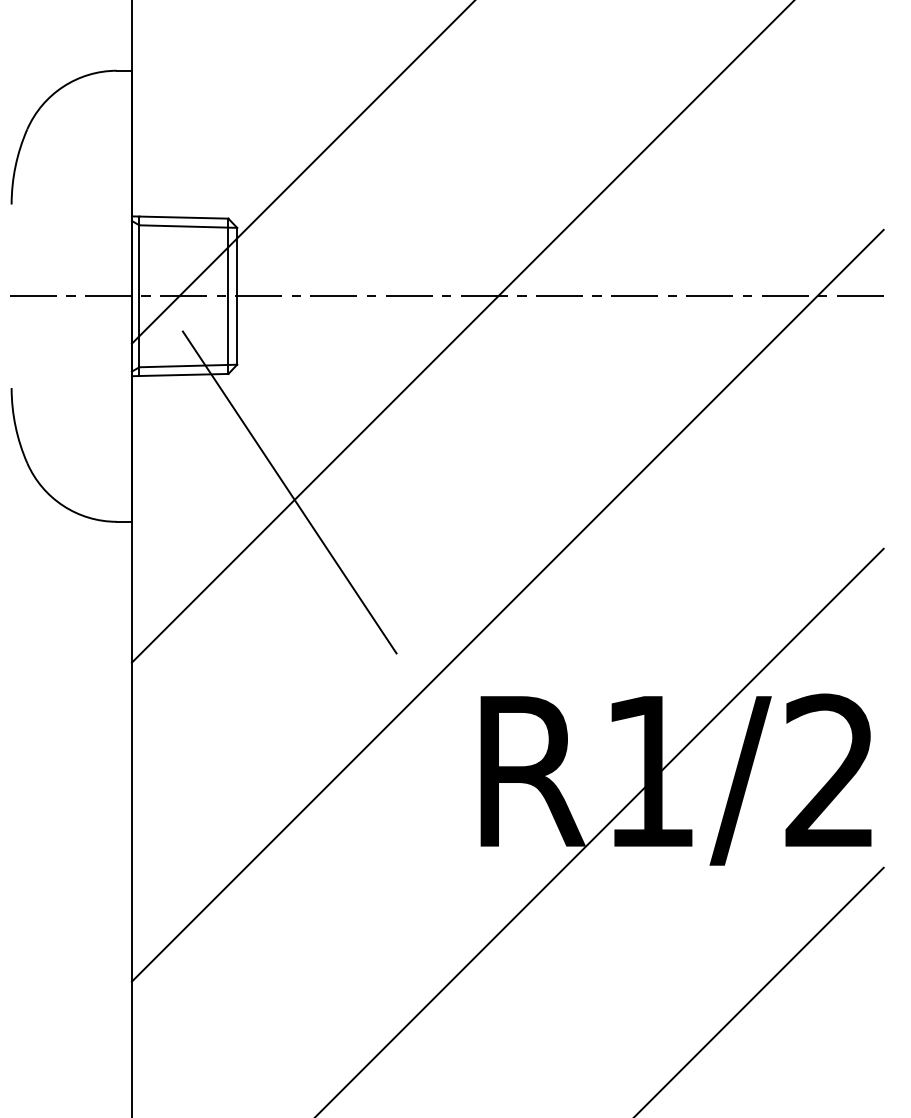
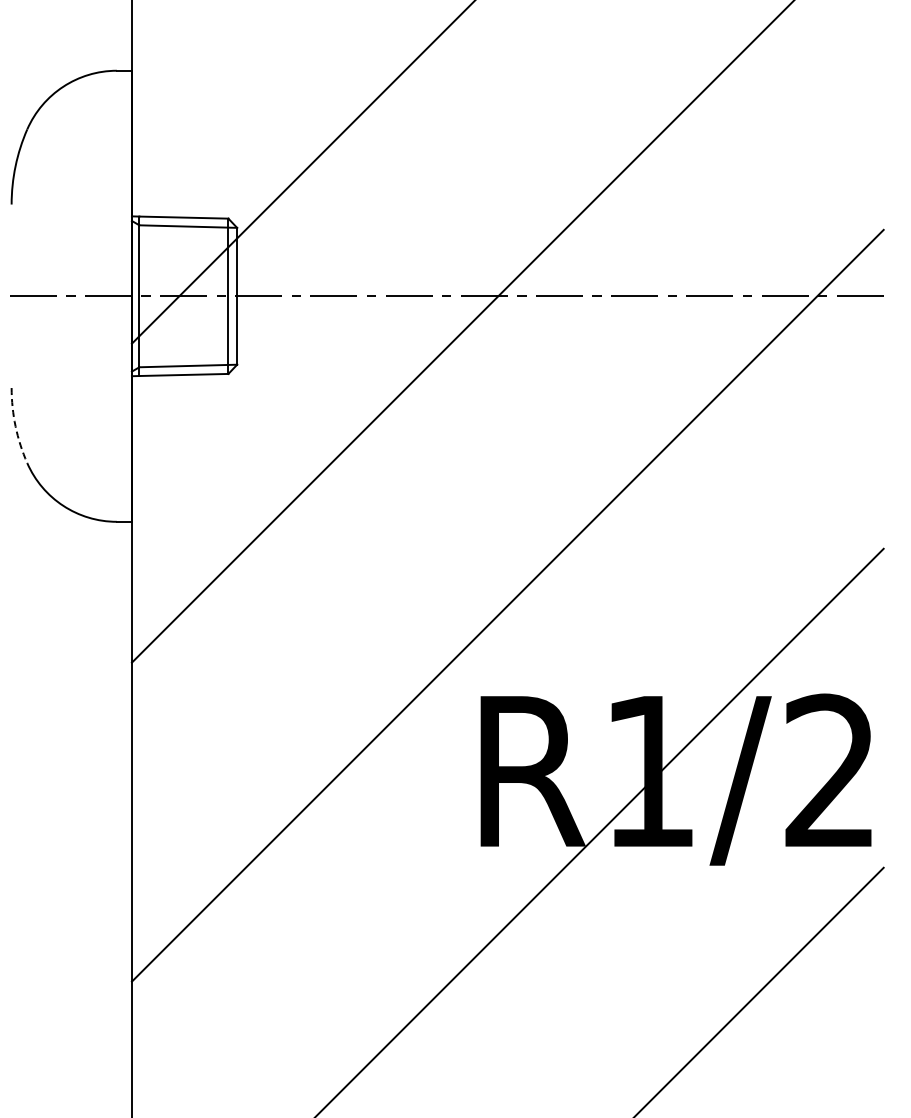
arc at (15, 426): solid -> dashed
line at (289, 492): present -> none
